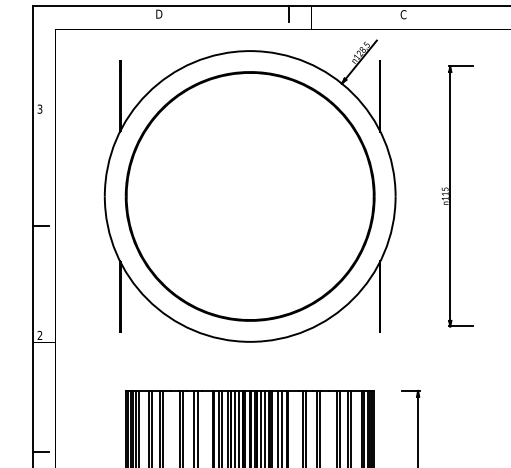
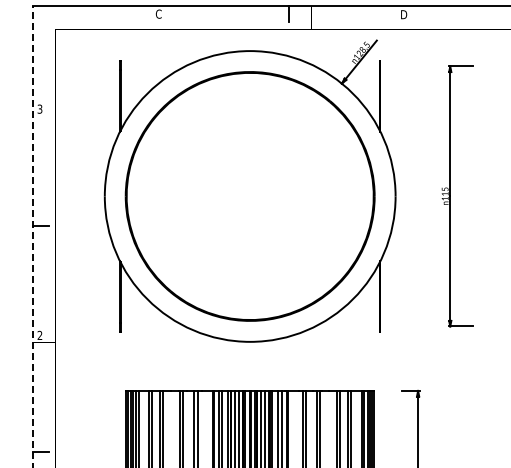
text at (158, 13): D -> C
text at (403, 14): C -> D
line at (33, 237): solid -> dashed
